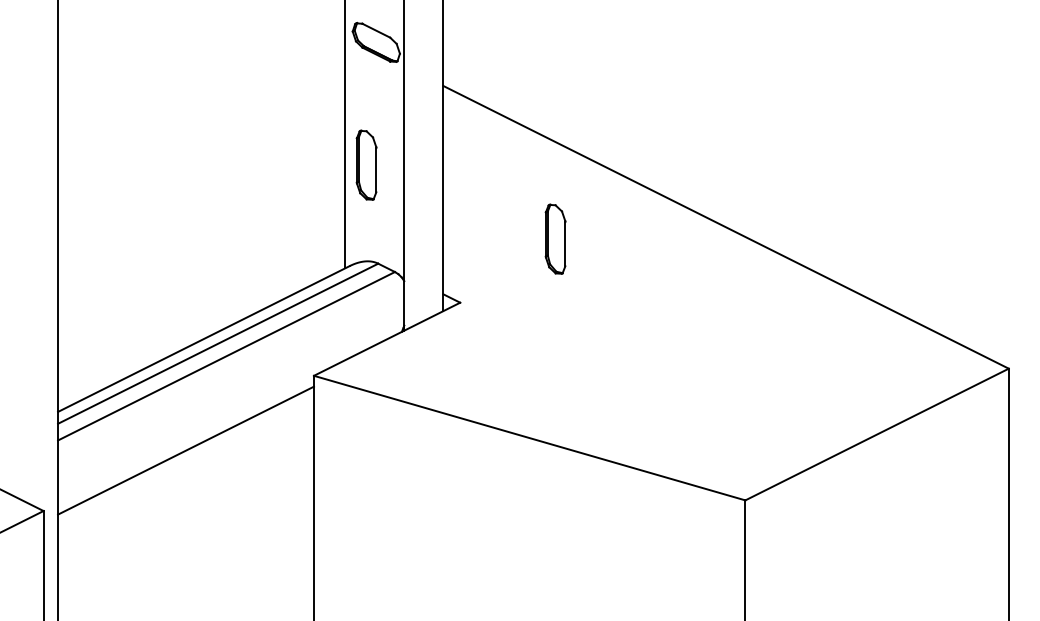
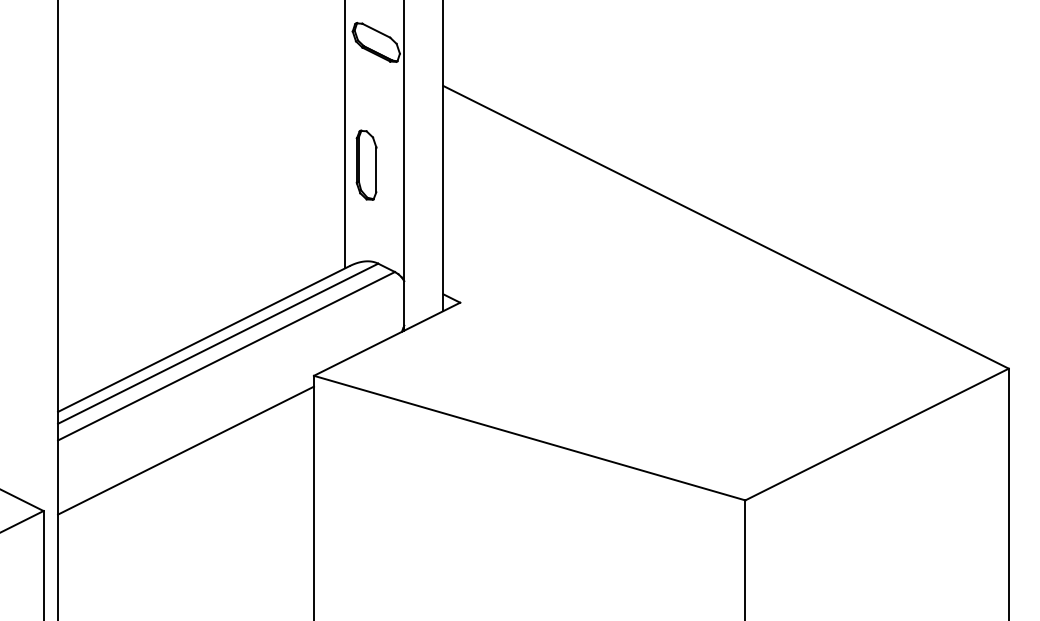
part at (555, 238): present -> none
